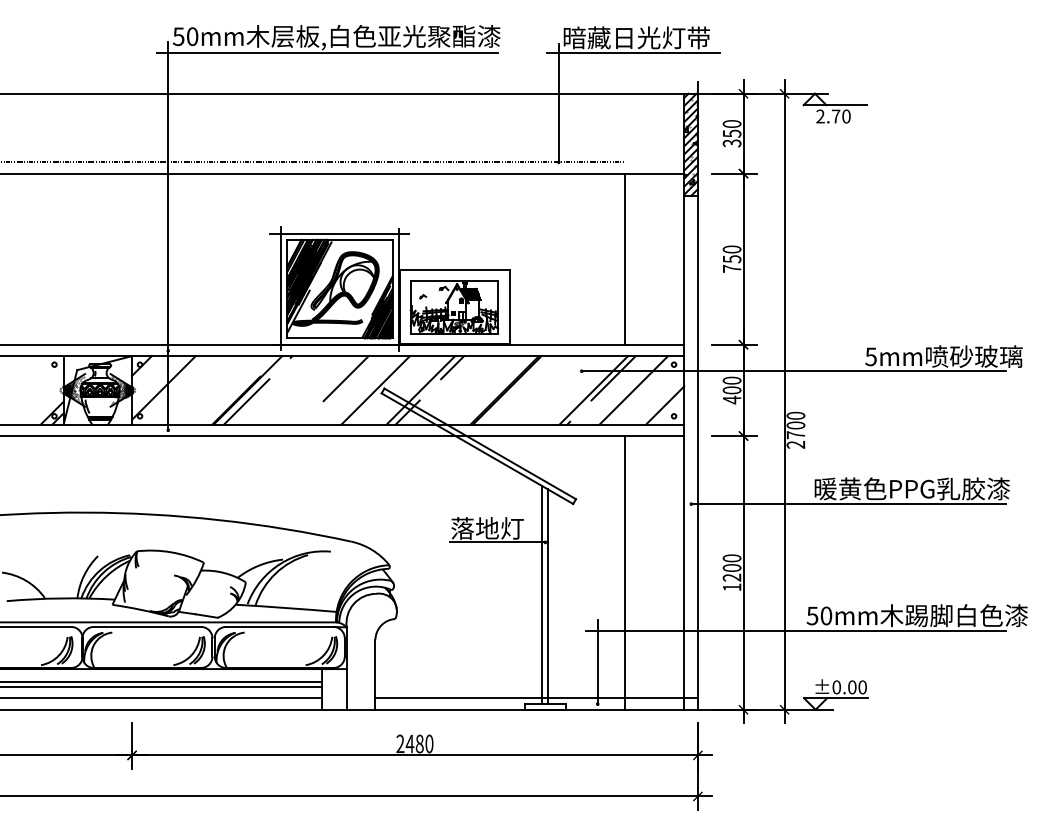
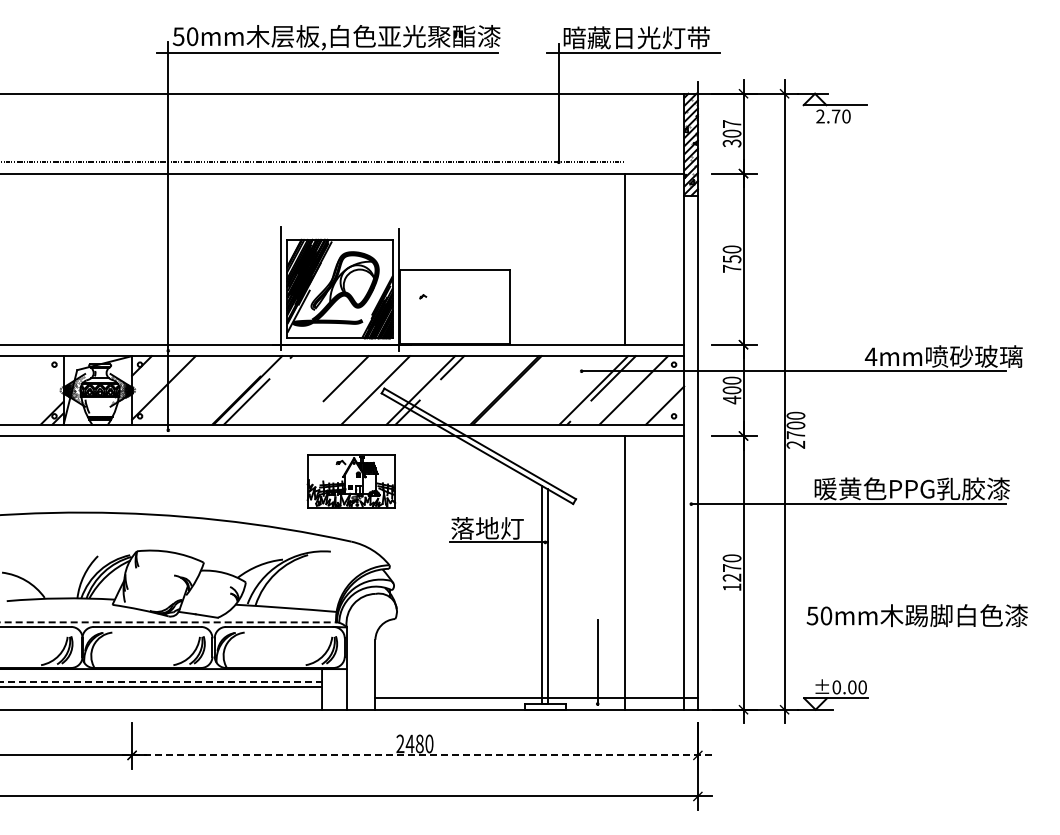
text at (731, 128): 350 -> 307
line at (339, 233): present -> none
part at (454, 307) position: (454, 307) -> (351, 481)
text at (870, 356): 5mm -> 4mm
text at (731, 567): 1200 -> 1270
line at (169, 622): solid -> dashed
line at (796, 631): present -> none
line at (161, 682): solid -> dashed
line at (162, 698): present -> none
line at (414, 755): solid -> dashed
